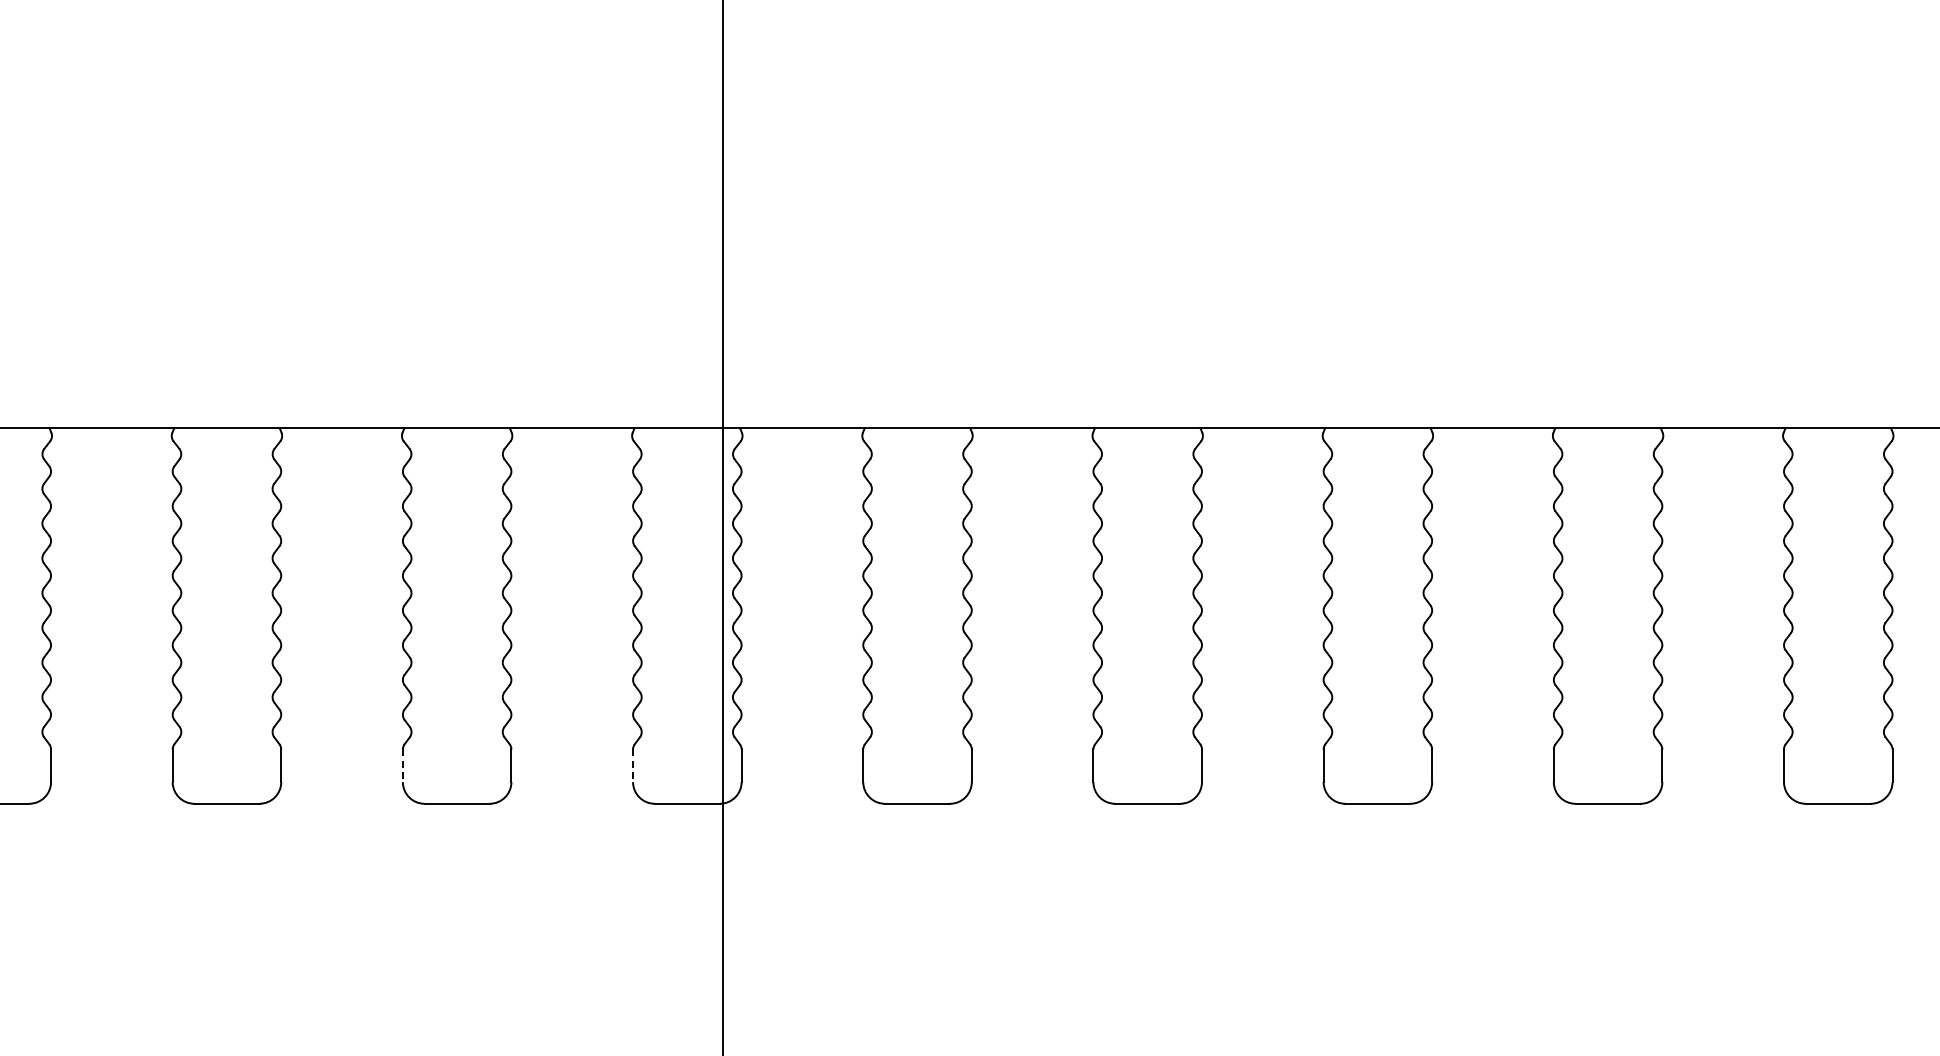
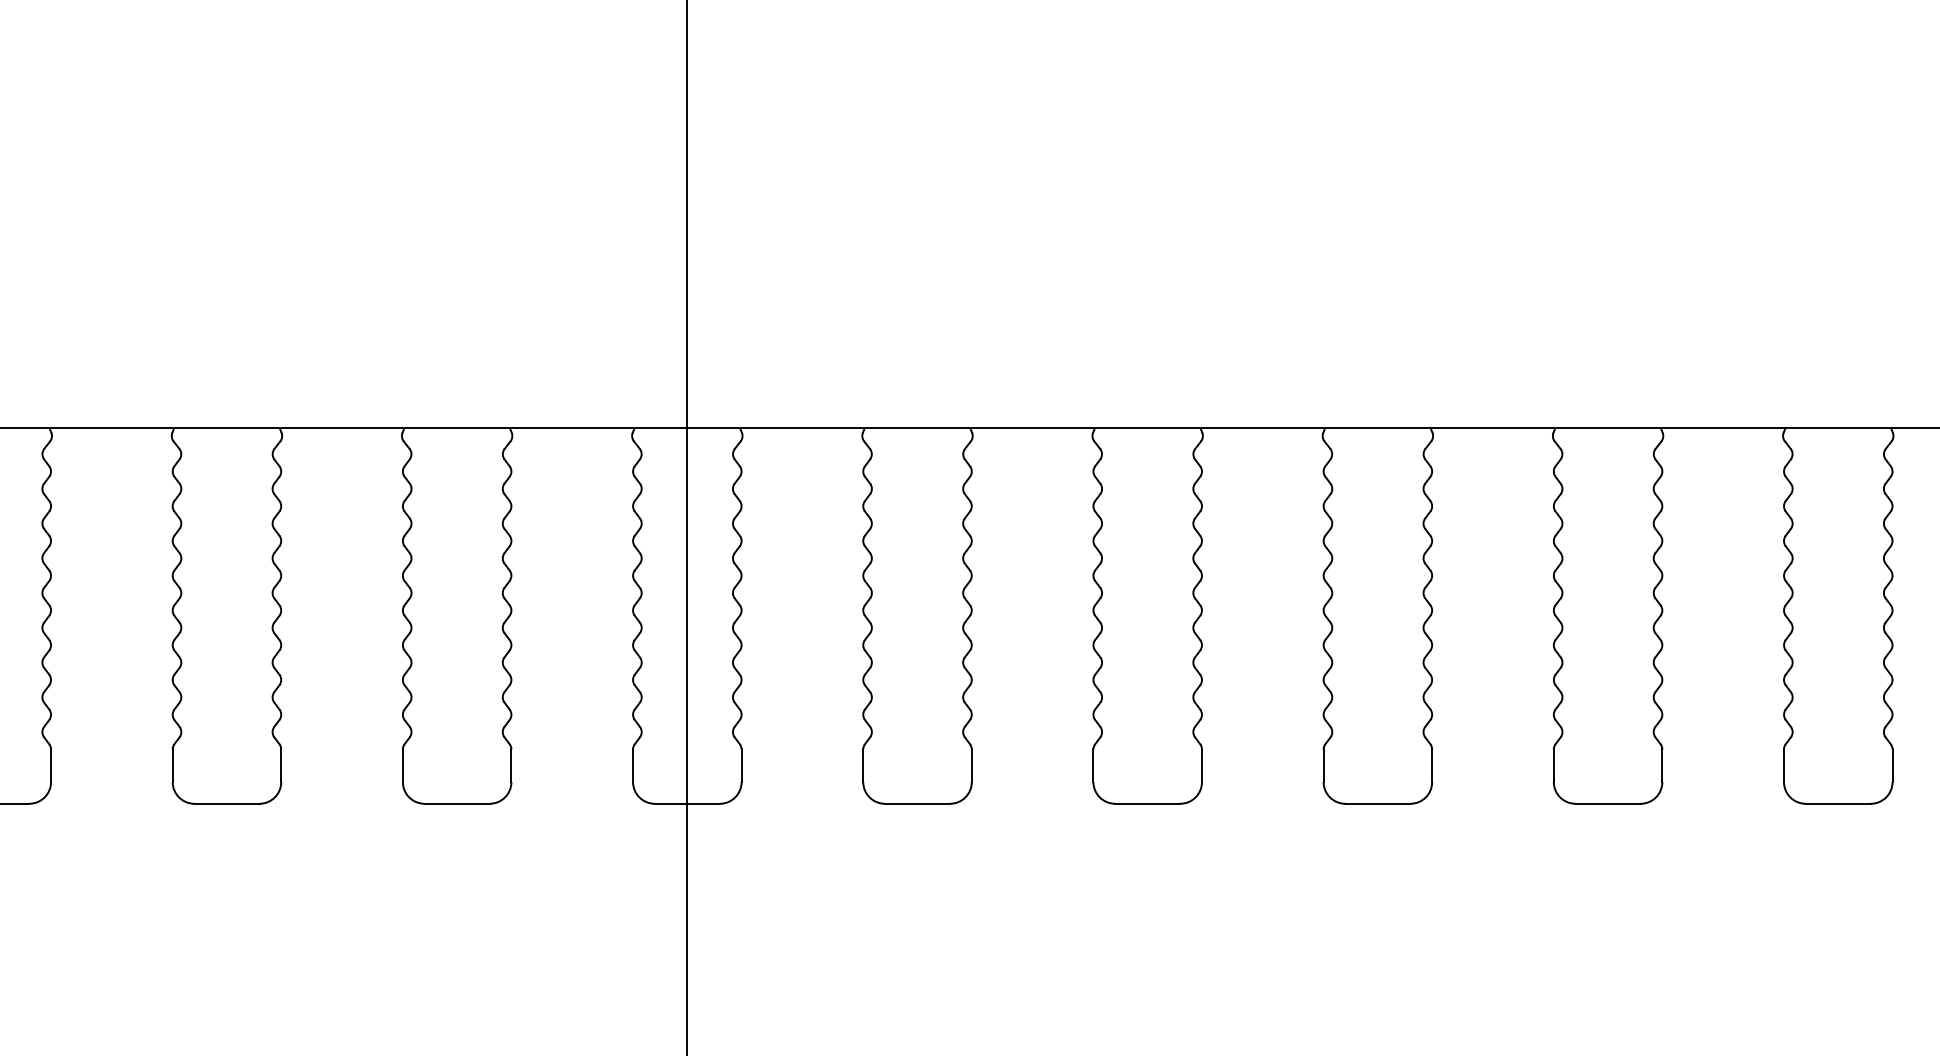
line at (723, 527) position: (723, 527) -> (687, 527)
line at (402, 766): dashed -> solid
line at (633, 766): dashed -> solid
